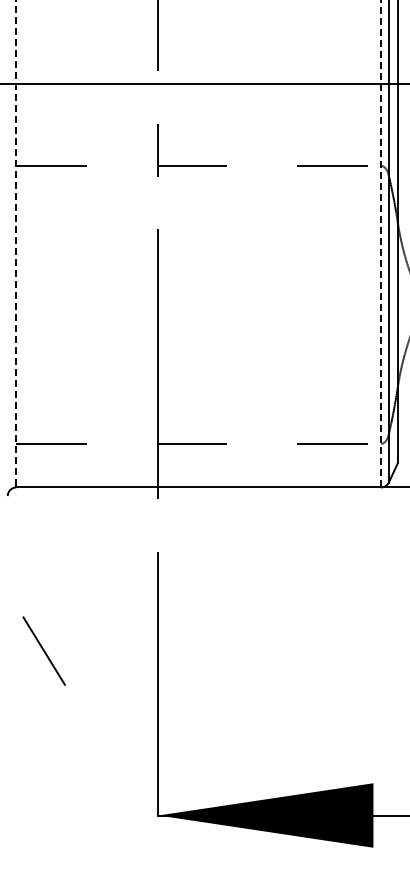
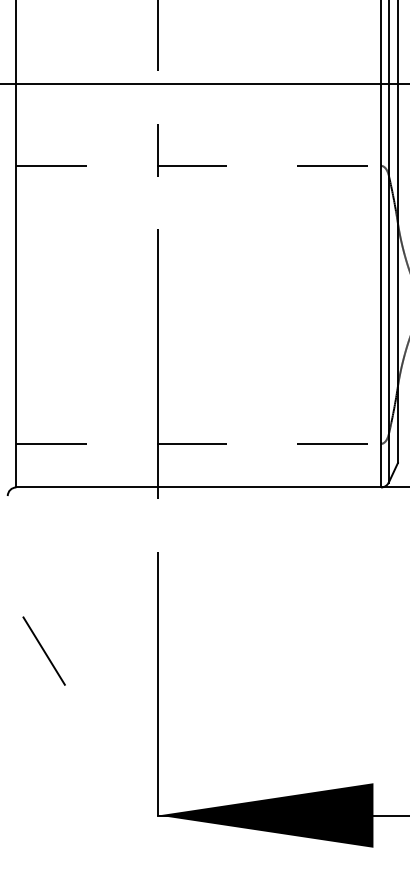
line at (381, 243): dashed -> solid
line at (16, 244): dashed -> solid
